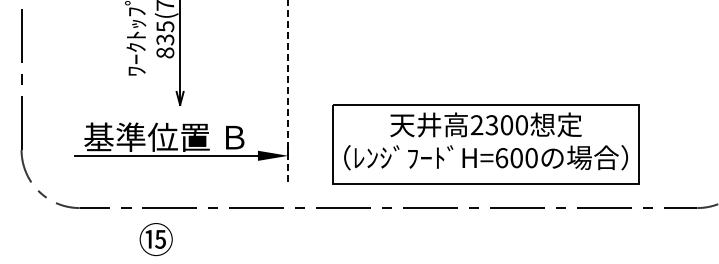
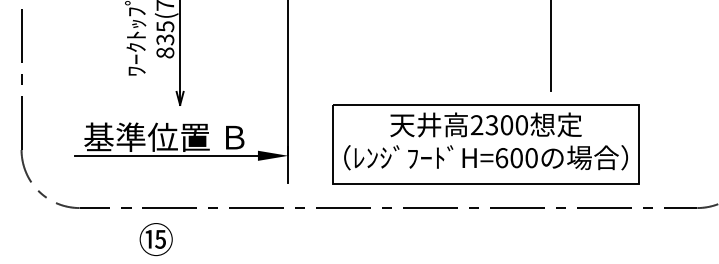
line at (550, 46): none -> present
line at (288, 92): dashed -> solid
